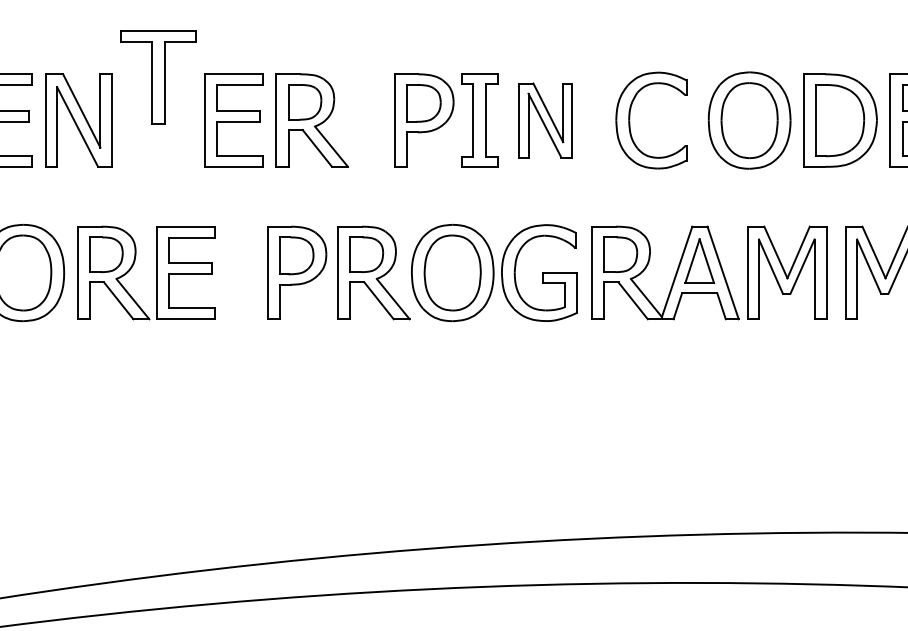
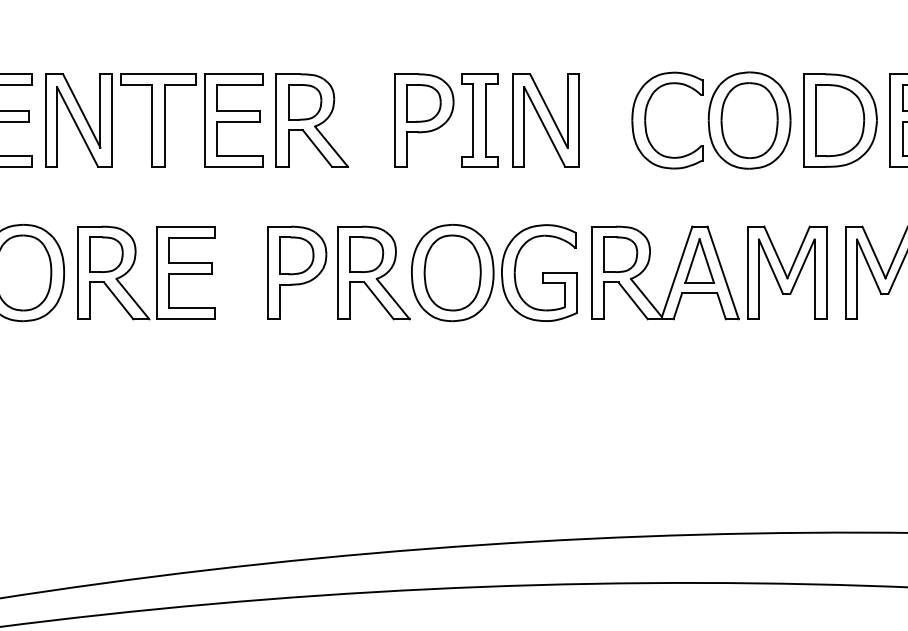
part at (158, 77) position: (158, 77) -> (158, 120)
part at (545, 120) size: 55x77 px -> 68x95 px
part at (630, 120) position: (630, 120) -> (646, 120)
